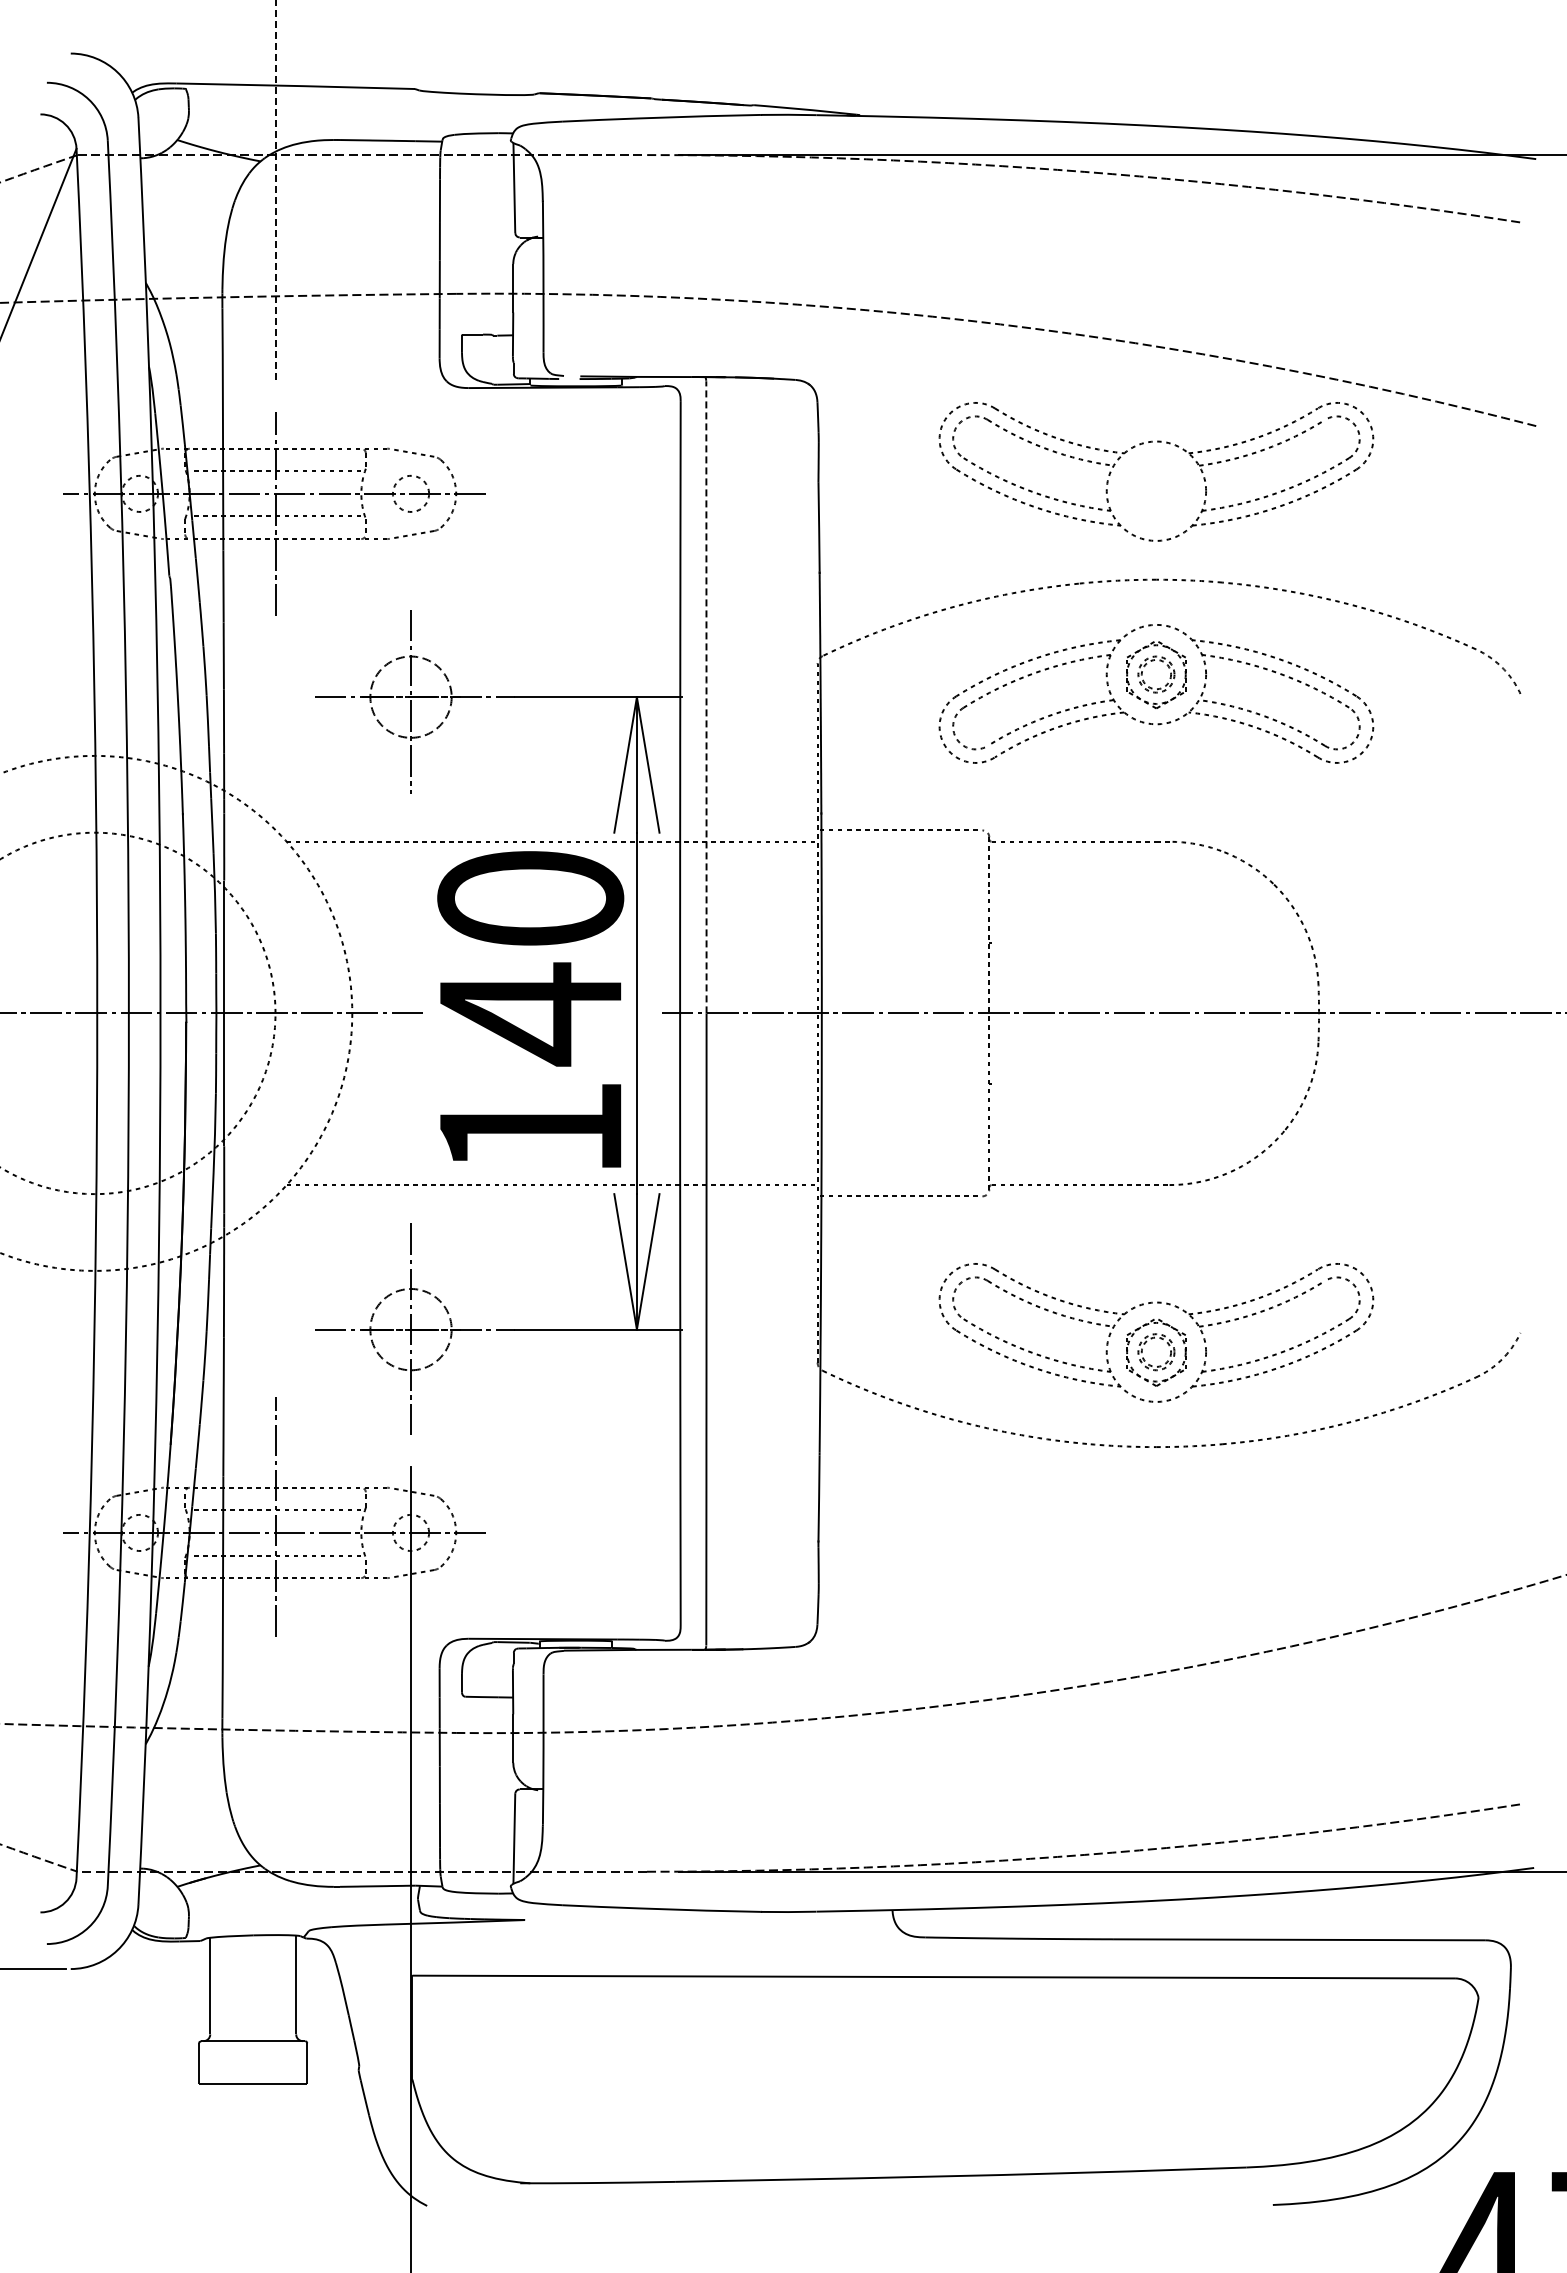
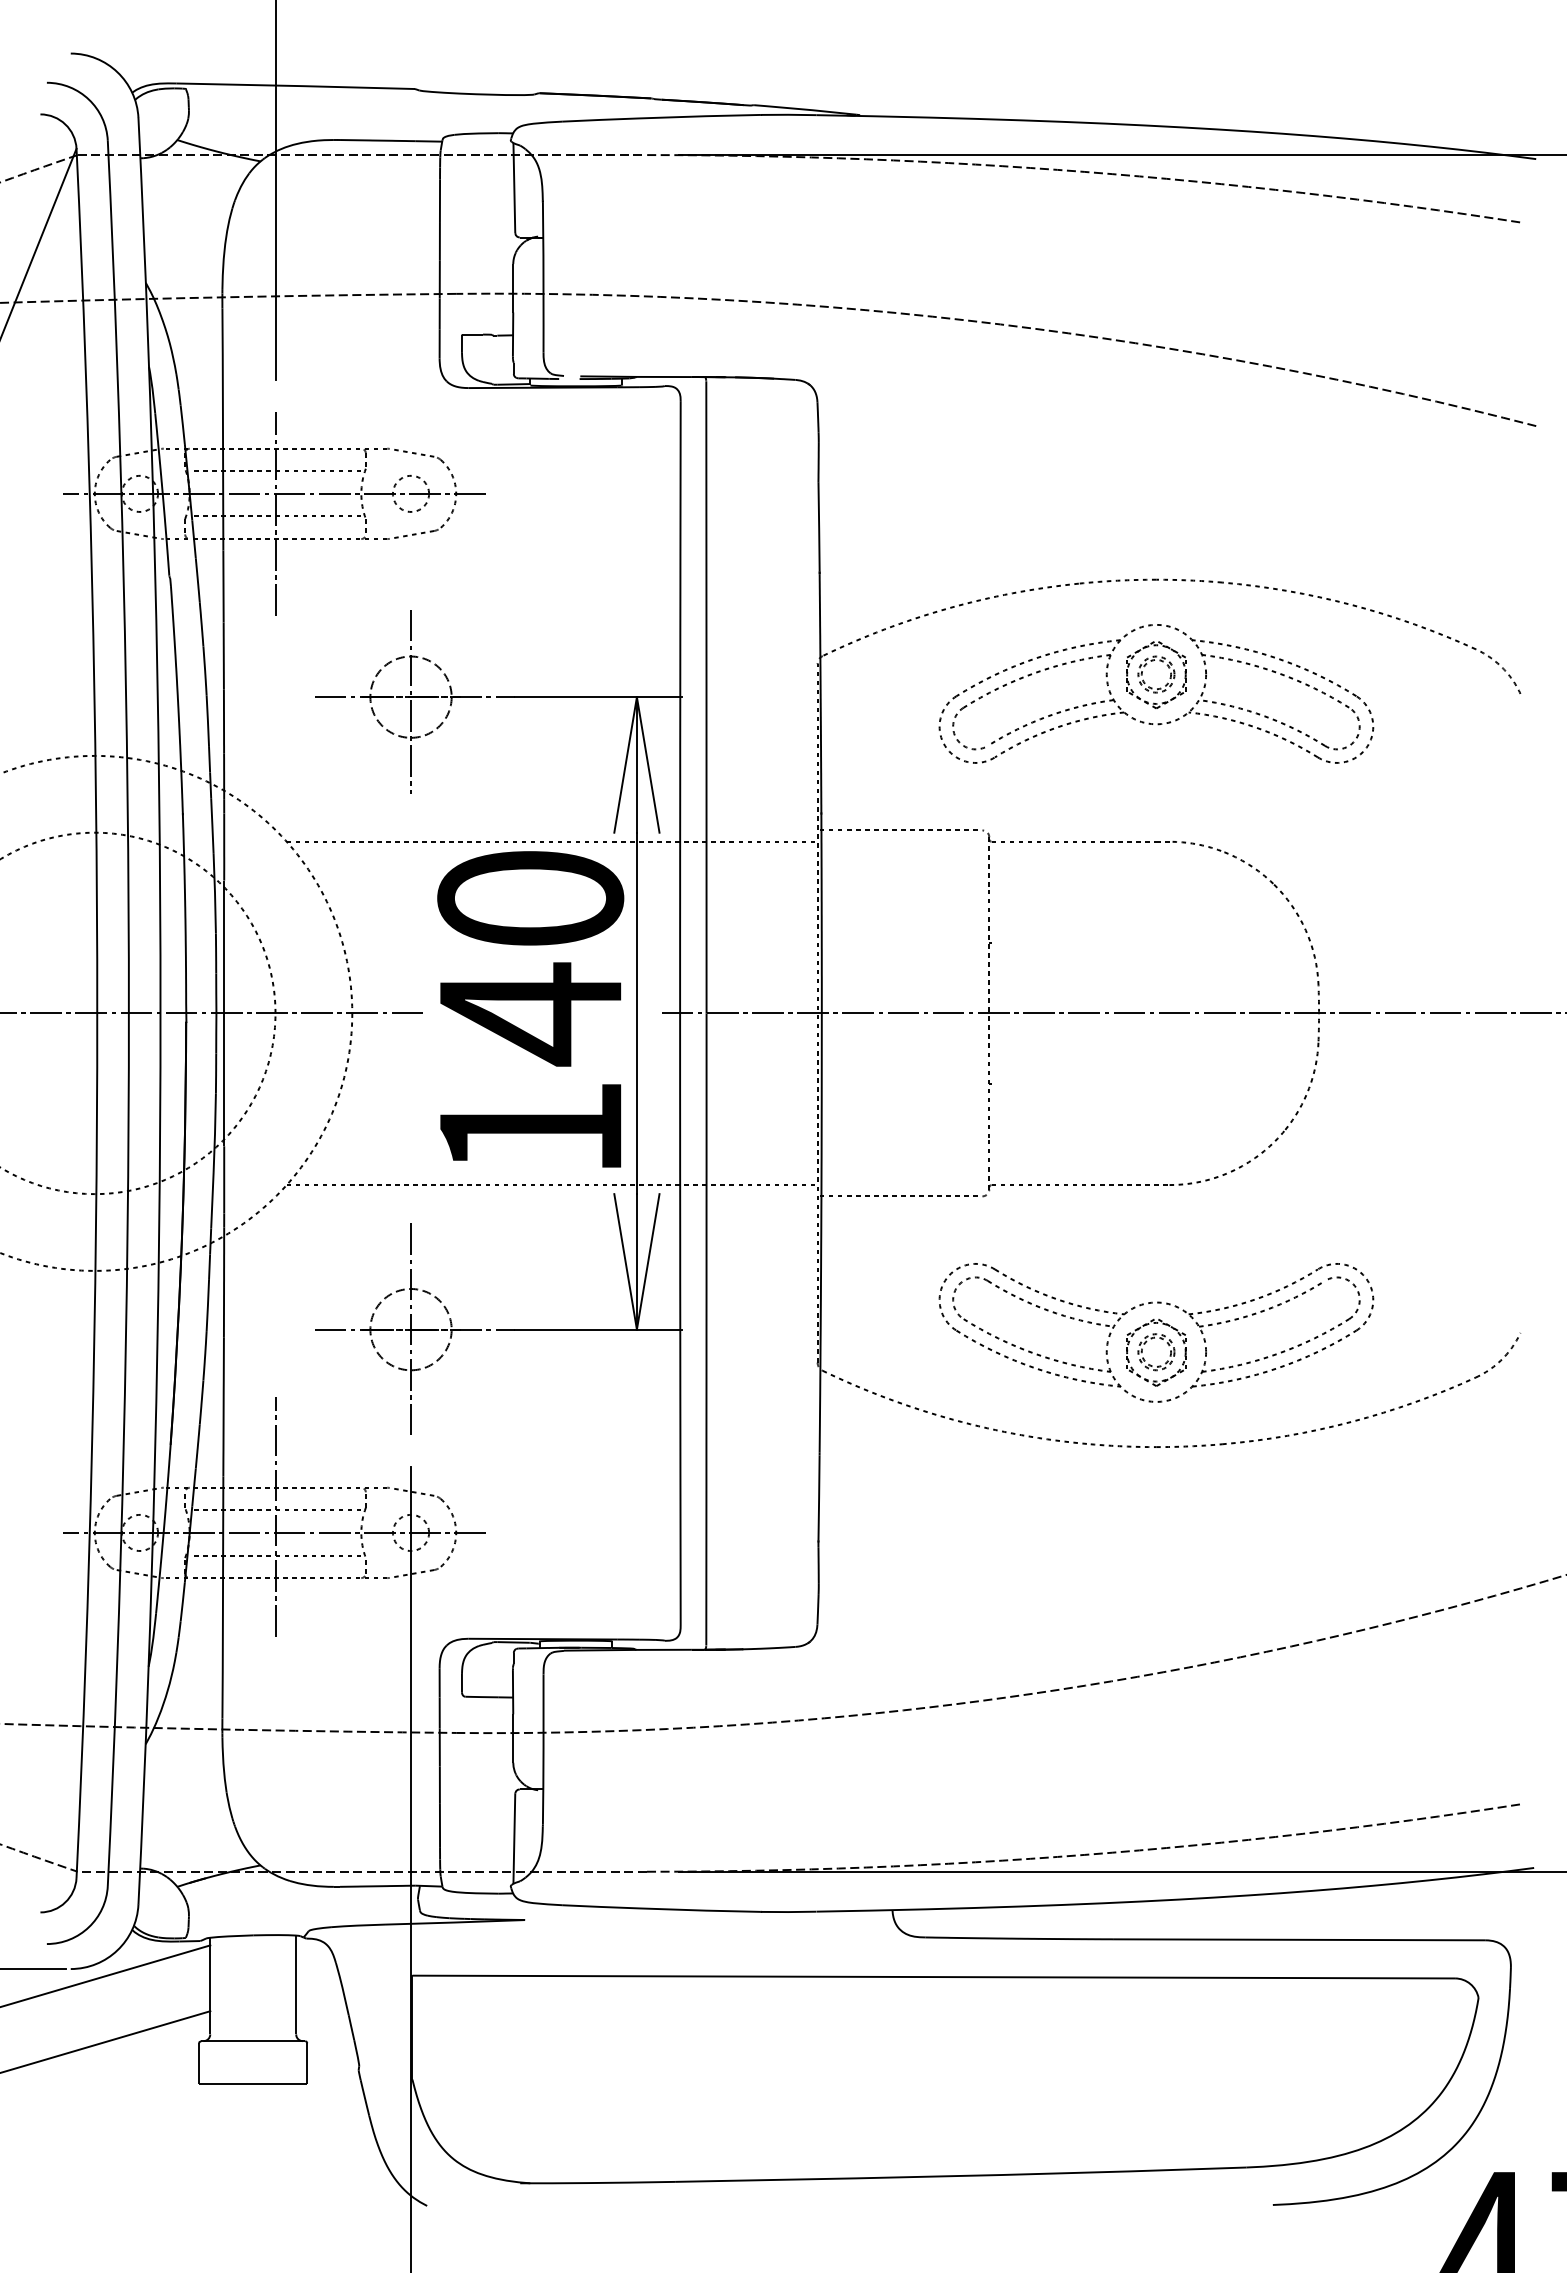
line at (275, 190): dashed -> solid
part at (1157, 442): present -> none
line at (706, 696): dashed -> solid
line at (106, 1975): none -> present
line at (106, 2041): none -> present
